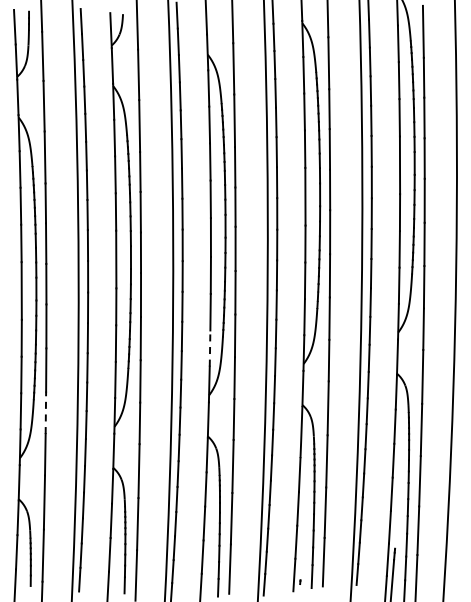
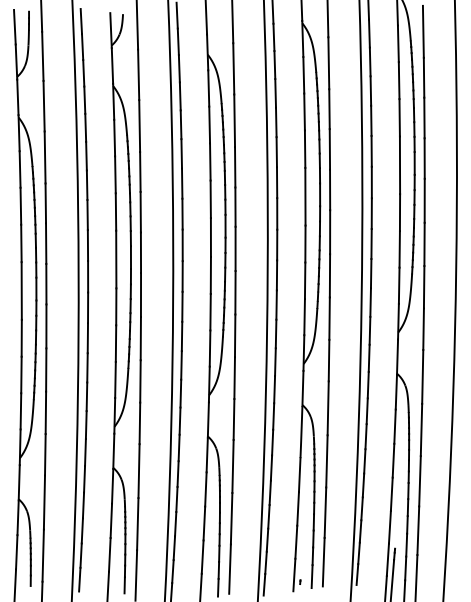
line at (210, 348): dashed -> solid
line at (45, 412): dashed -> solid
